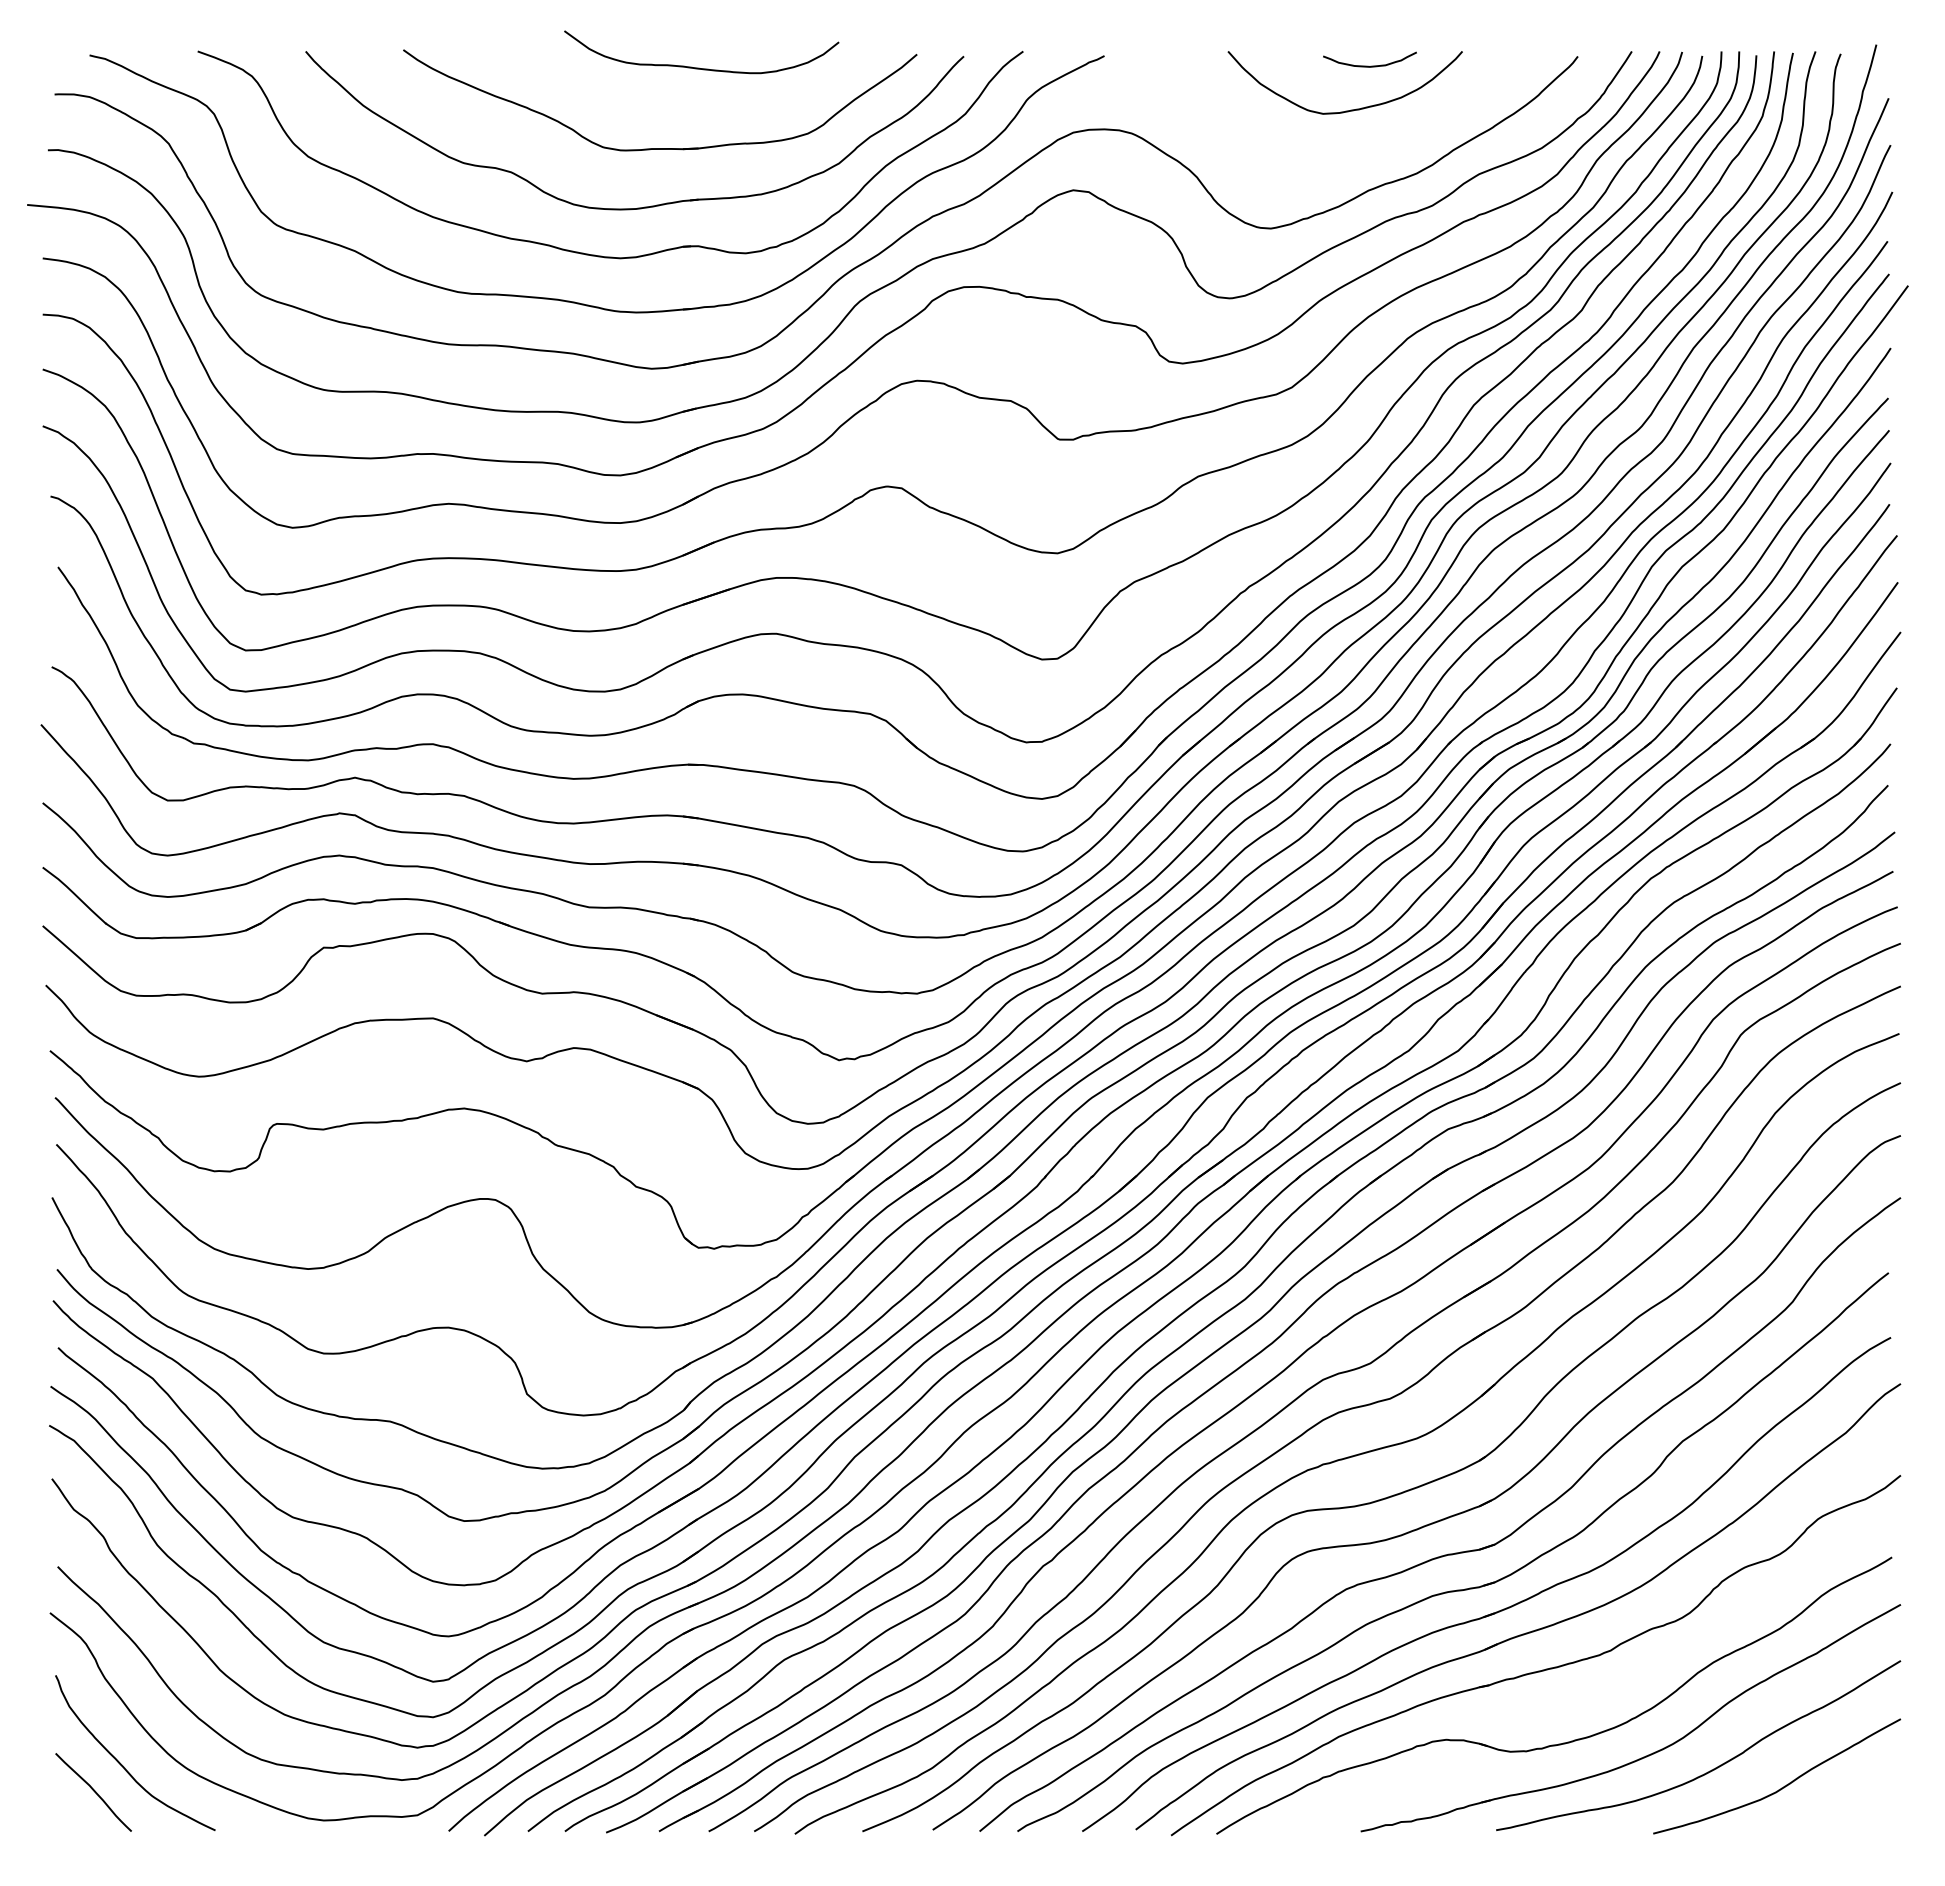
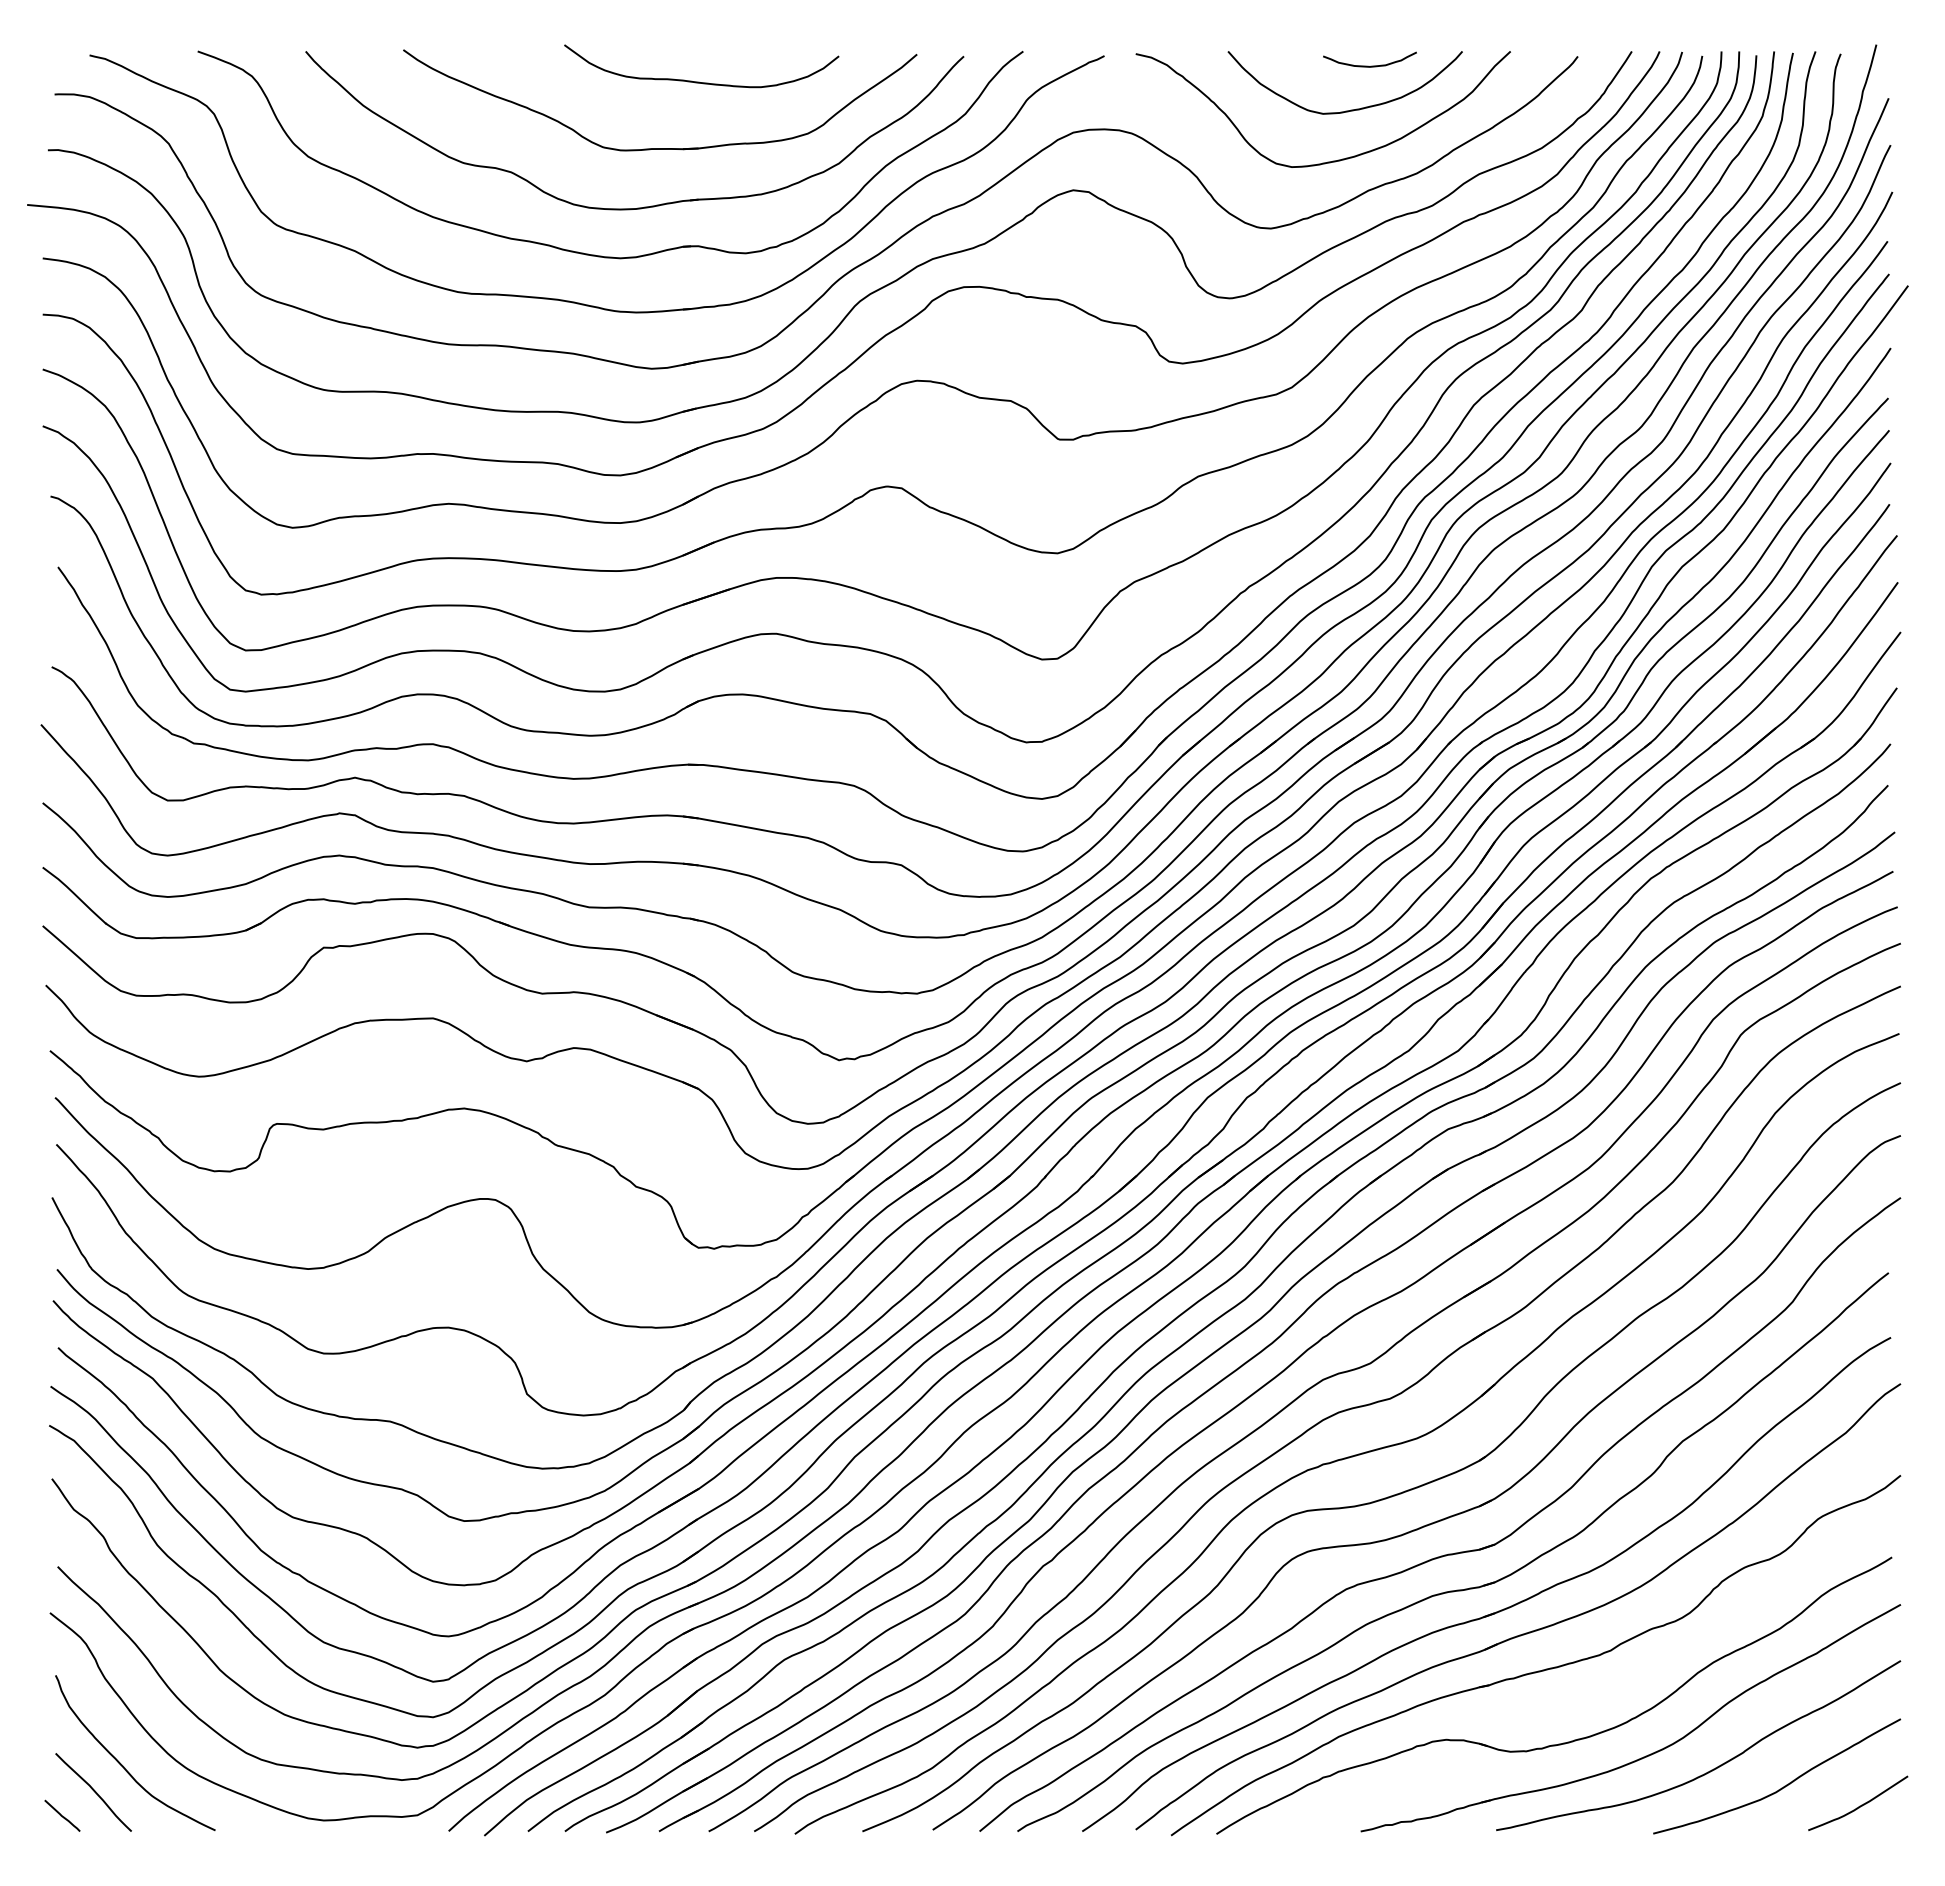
curve at (699, 67) position: (699, 67) -> (699, 81)
curve at (1332, 160): none -> present
curve at (1859, 1805): none -> present
line at (62, 1815): none -> present
